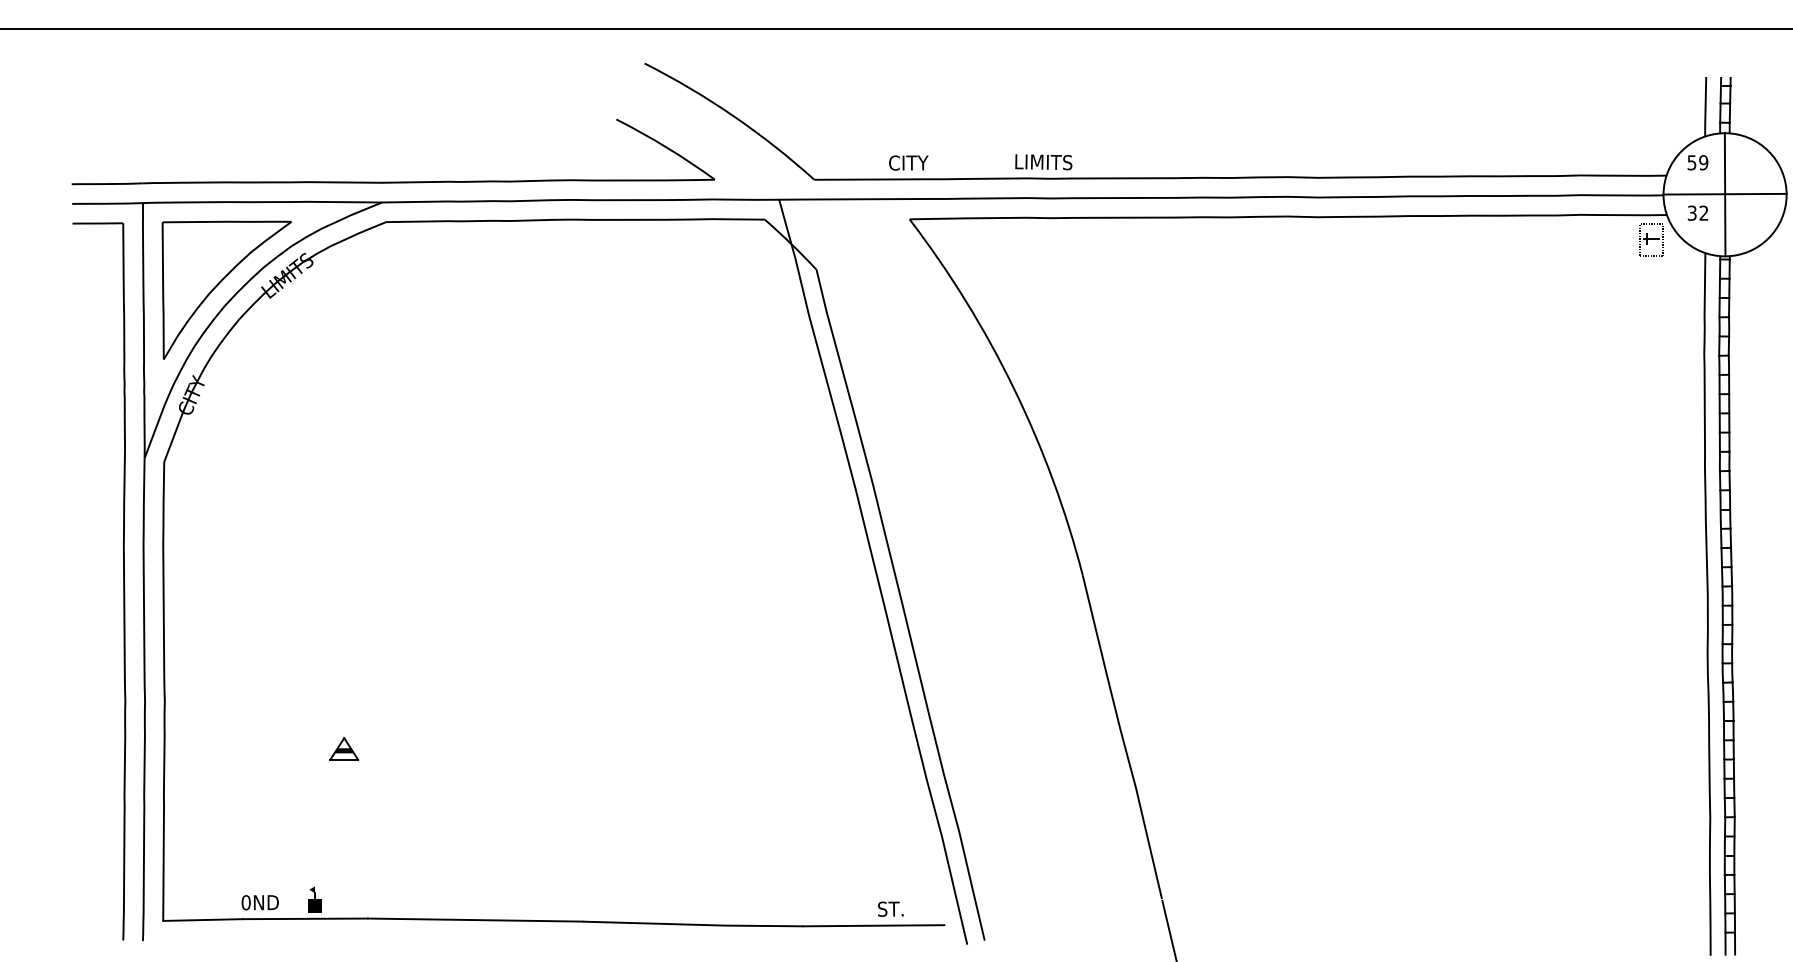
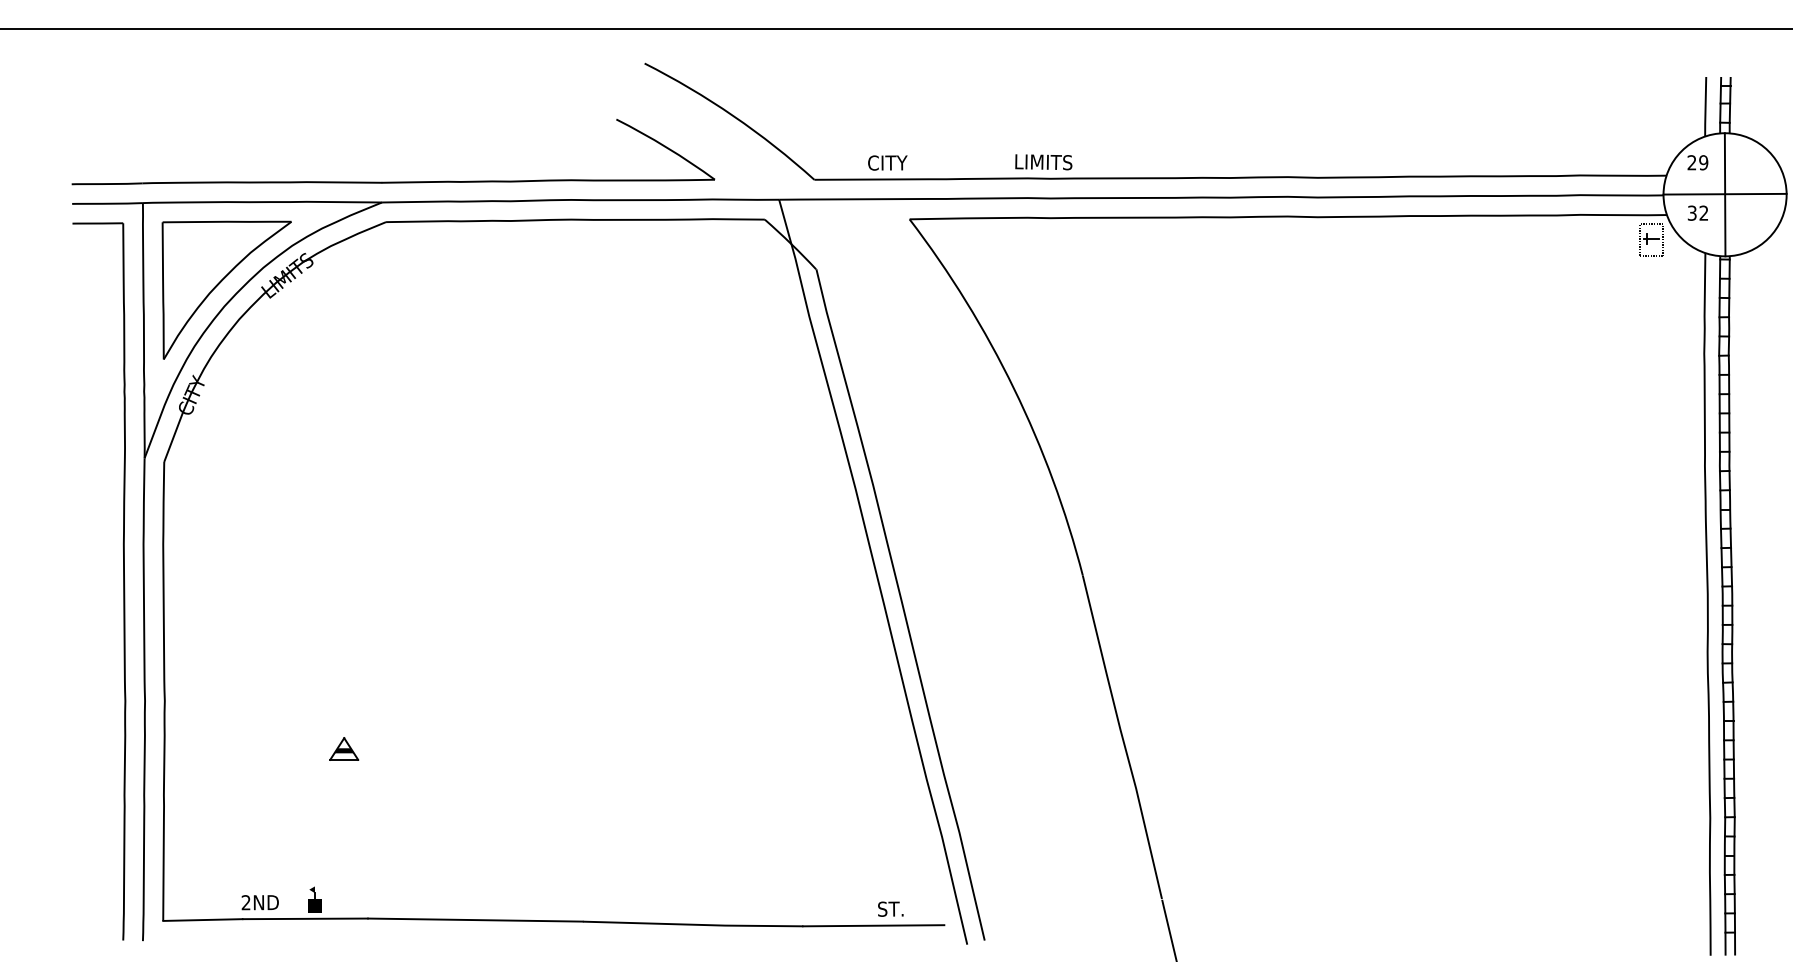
text at (908, 162) position: (908, 162) -> (887, 162)
text at (1691, 162): 59 -> 29
text at (245, 902): 0ND -> 2ND
